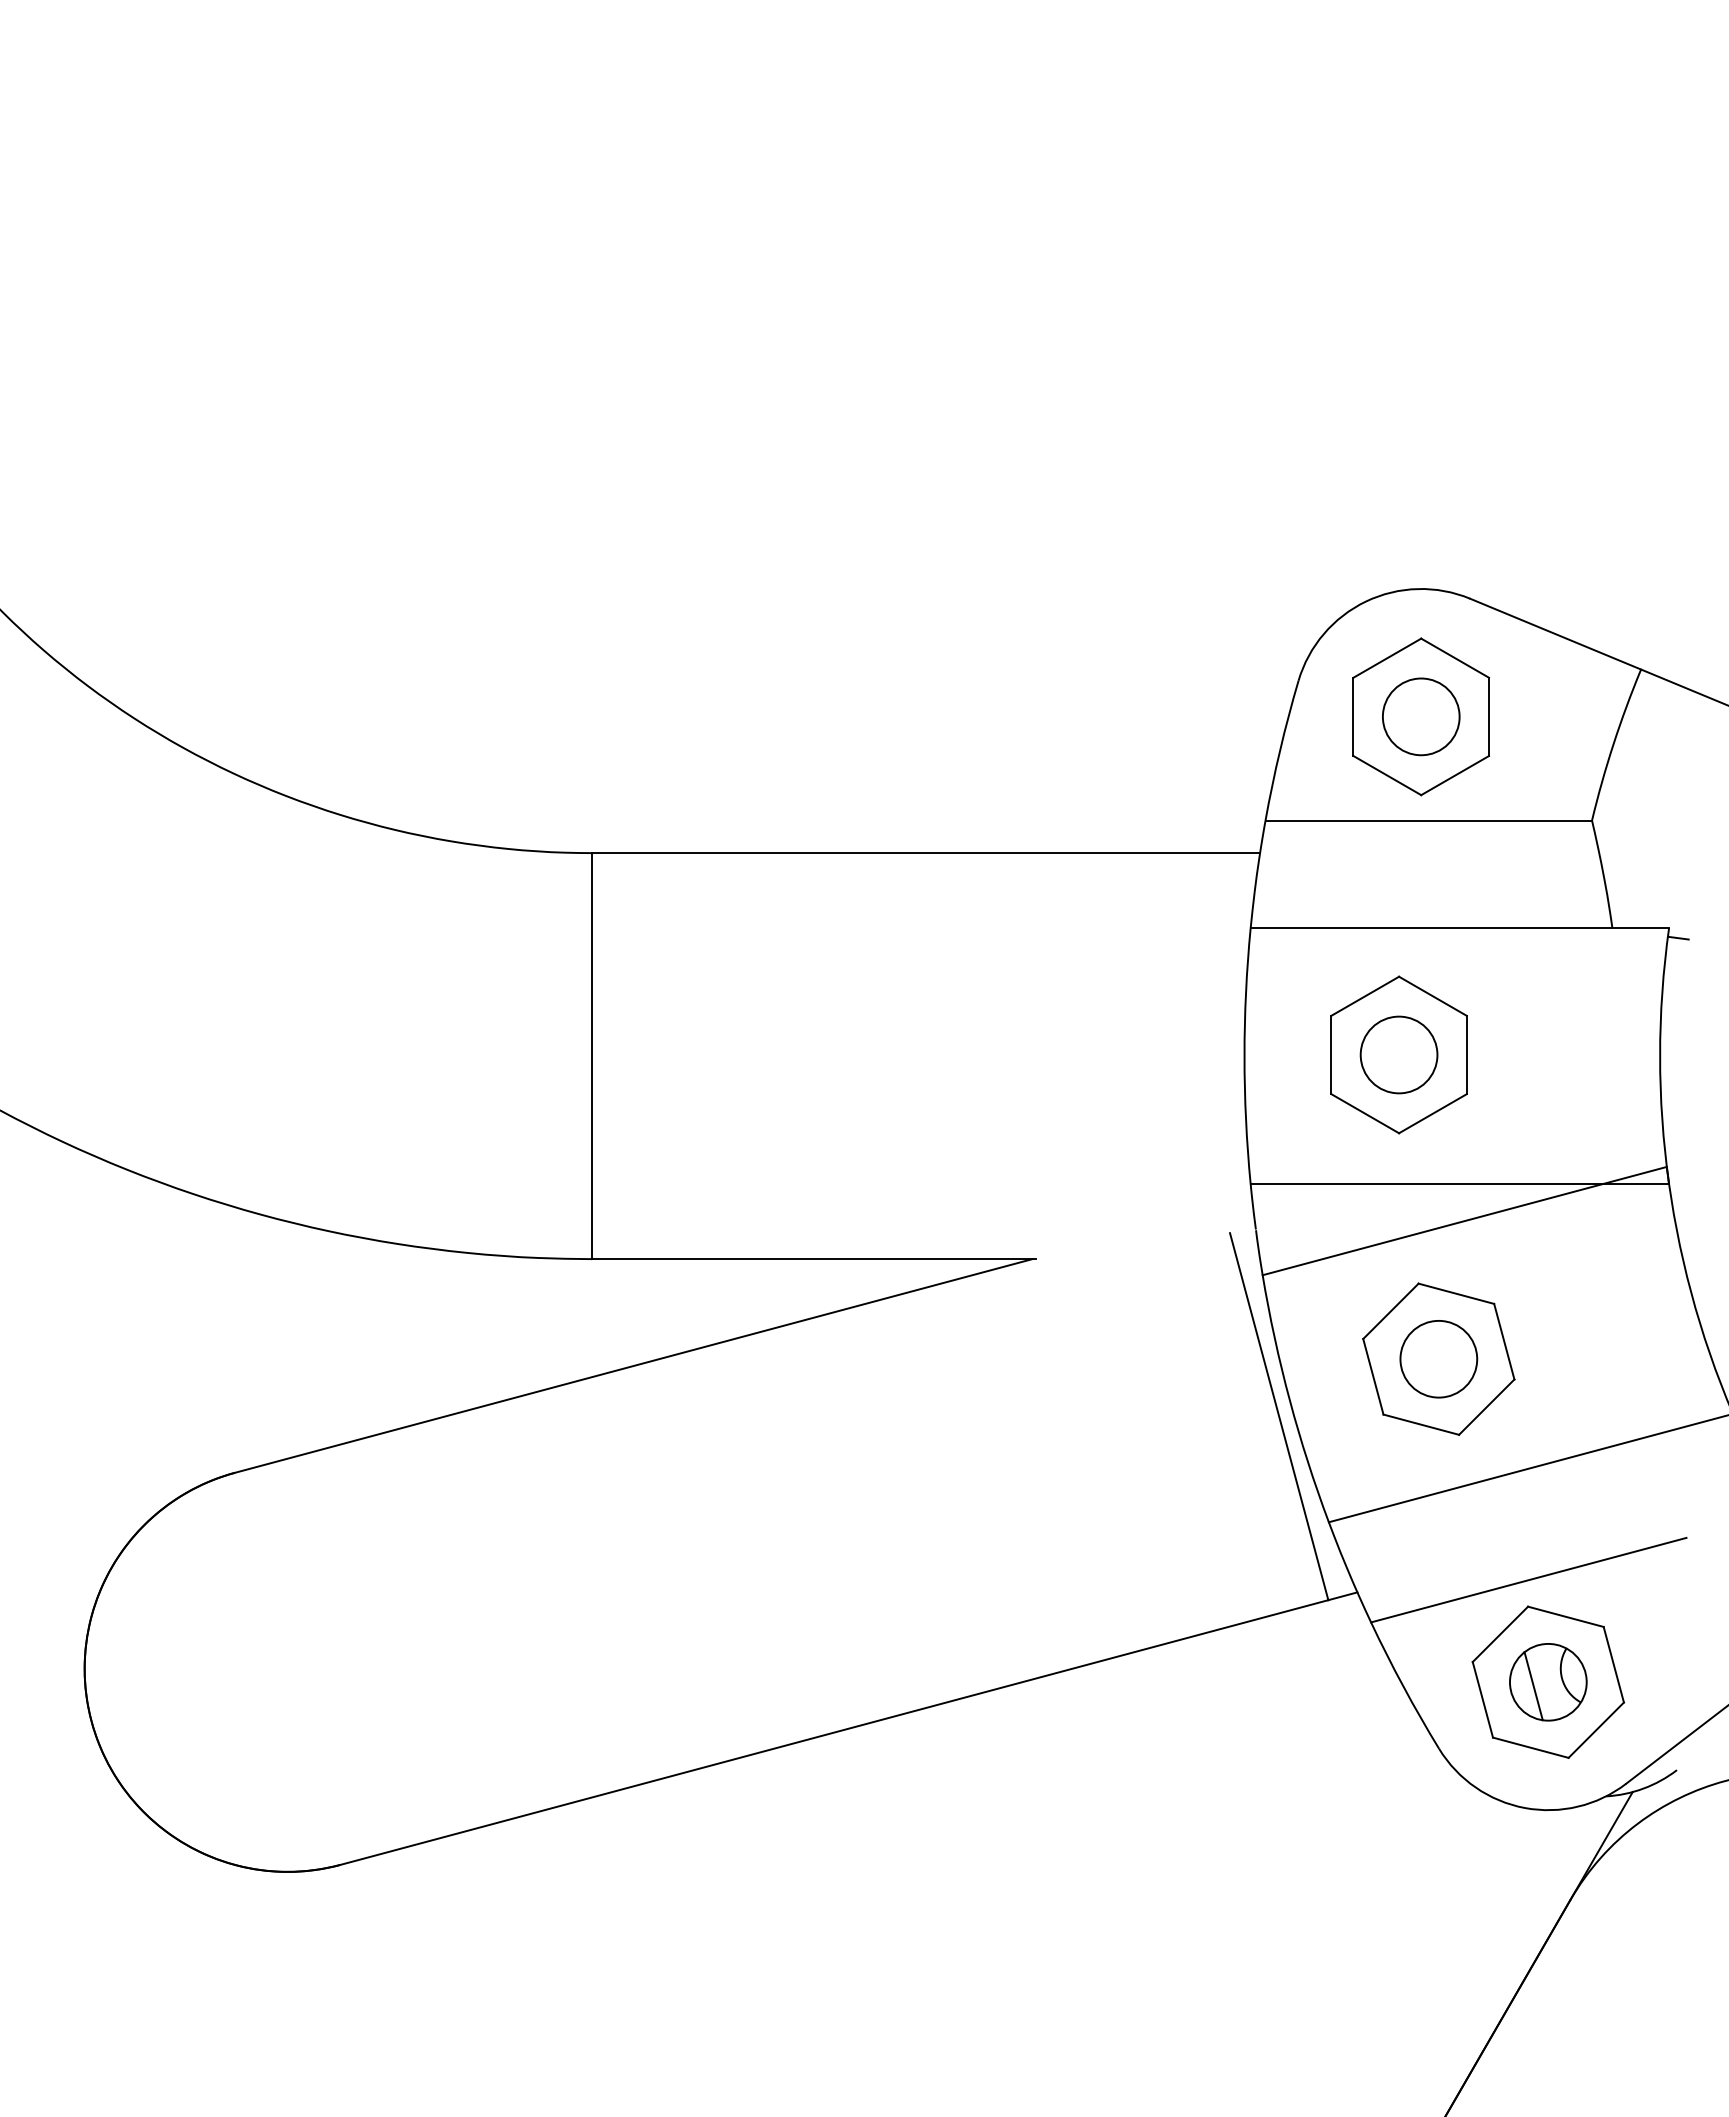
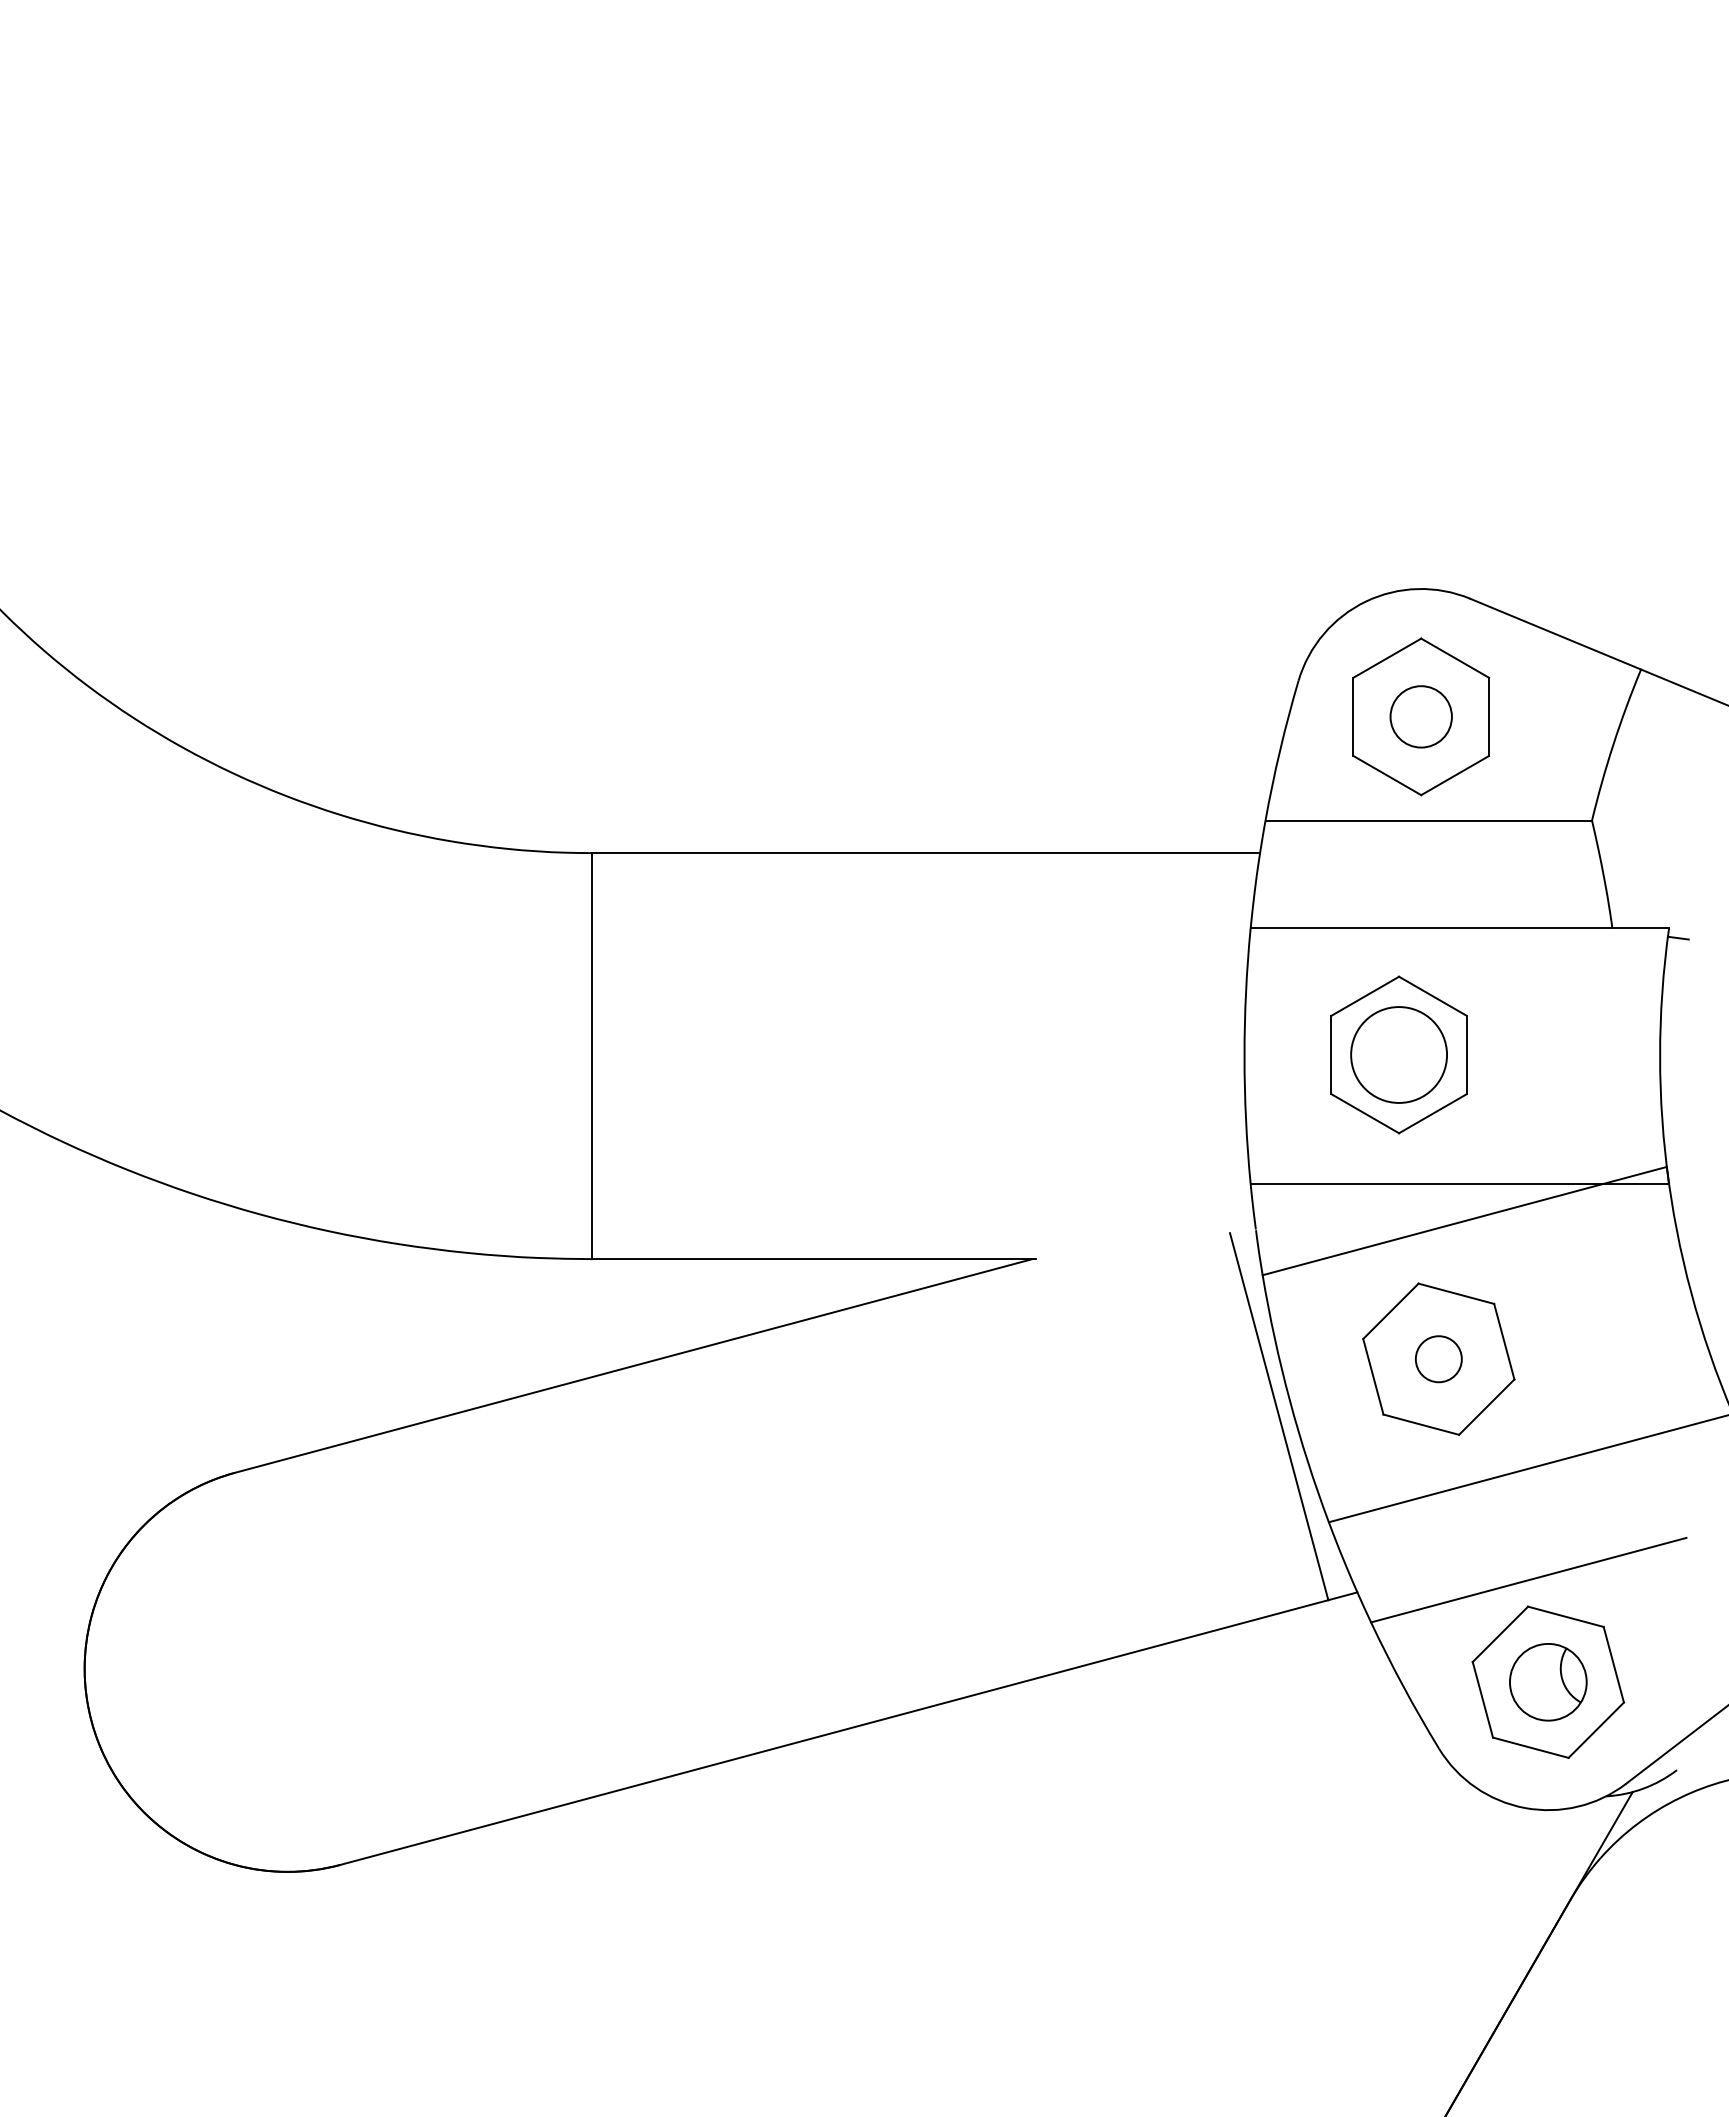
circle at (1420, 716) diameter: 77 px -> 61 px
circle at (1398, 1054) diameter: 77 px -> 96 px
circle at (1438, 1358) diameter: 77 px -> 46 px
line at (1533, 1686): present -> none
